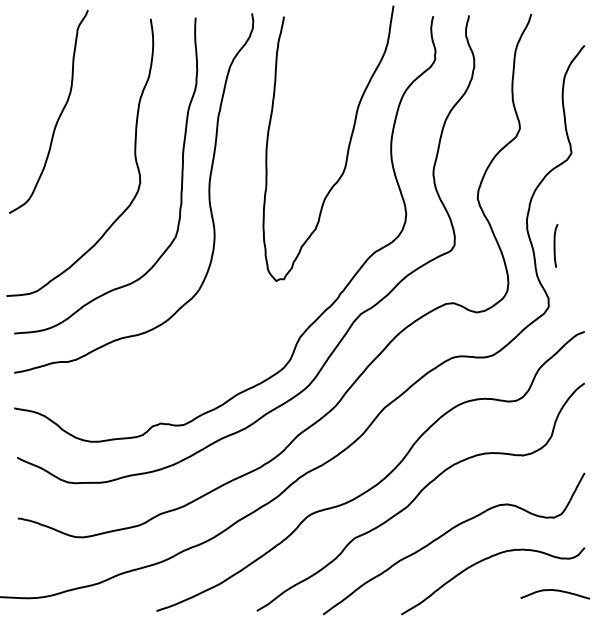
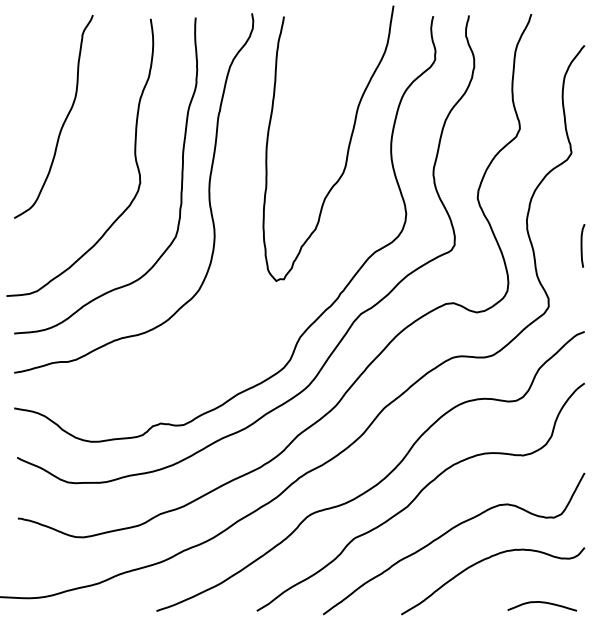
curve at (58, 116) position: (58, 116) -> (63, 121)
curve at (555, 245) position: (555, 245) -> (582, 245)
curve at (555, 591) position: (555, 591) -> (542, 603)
